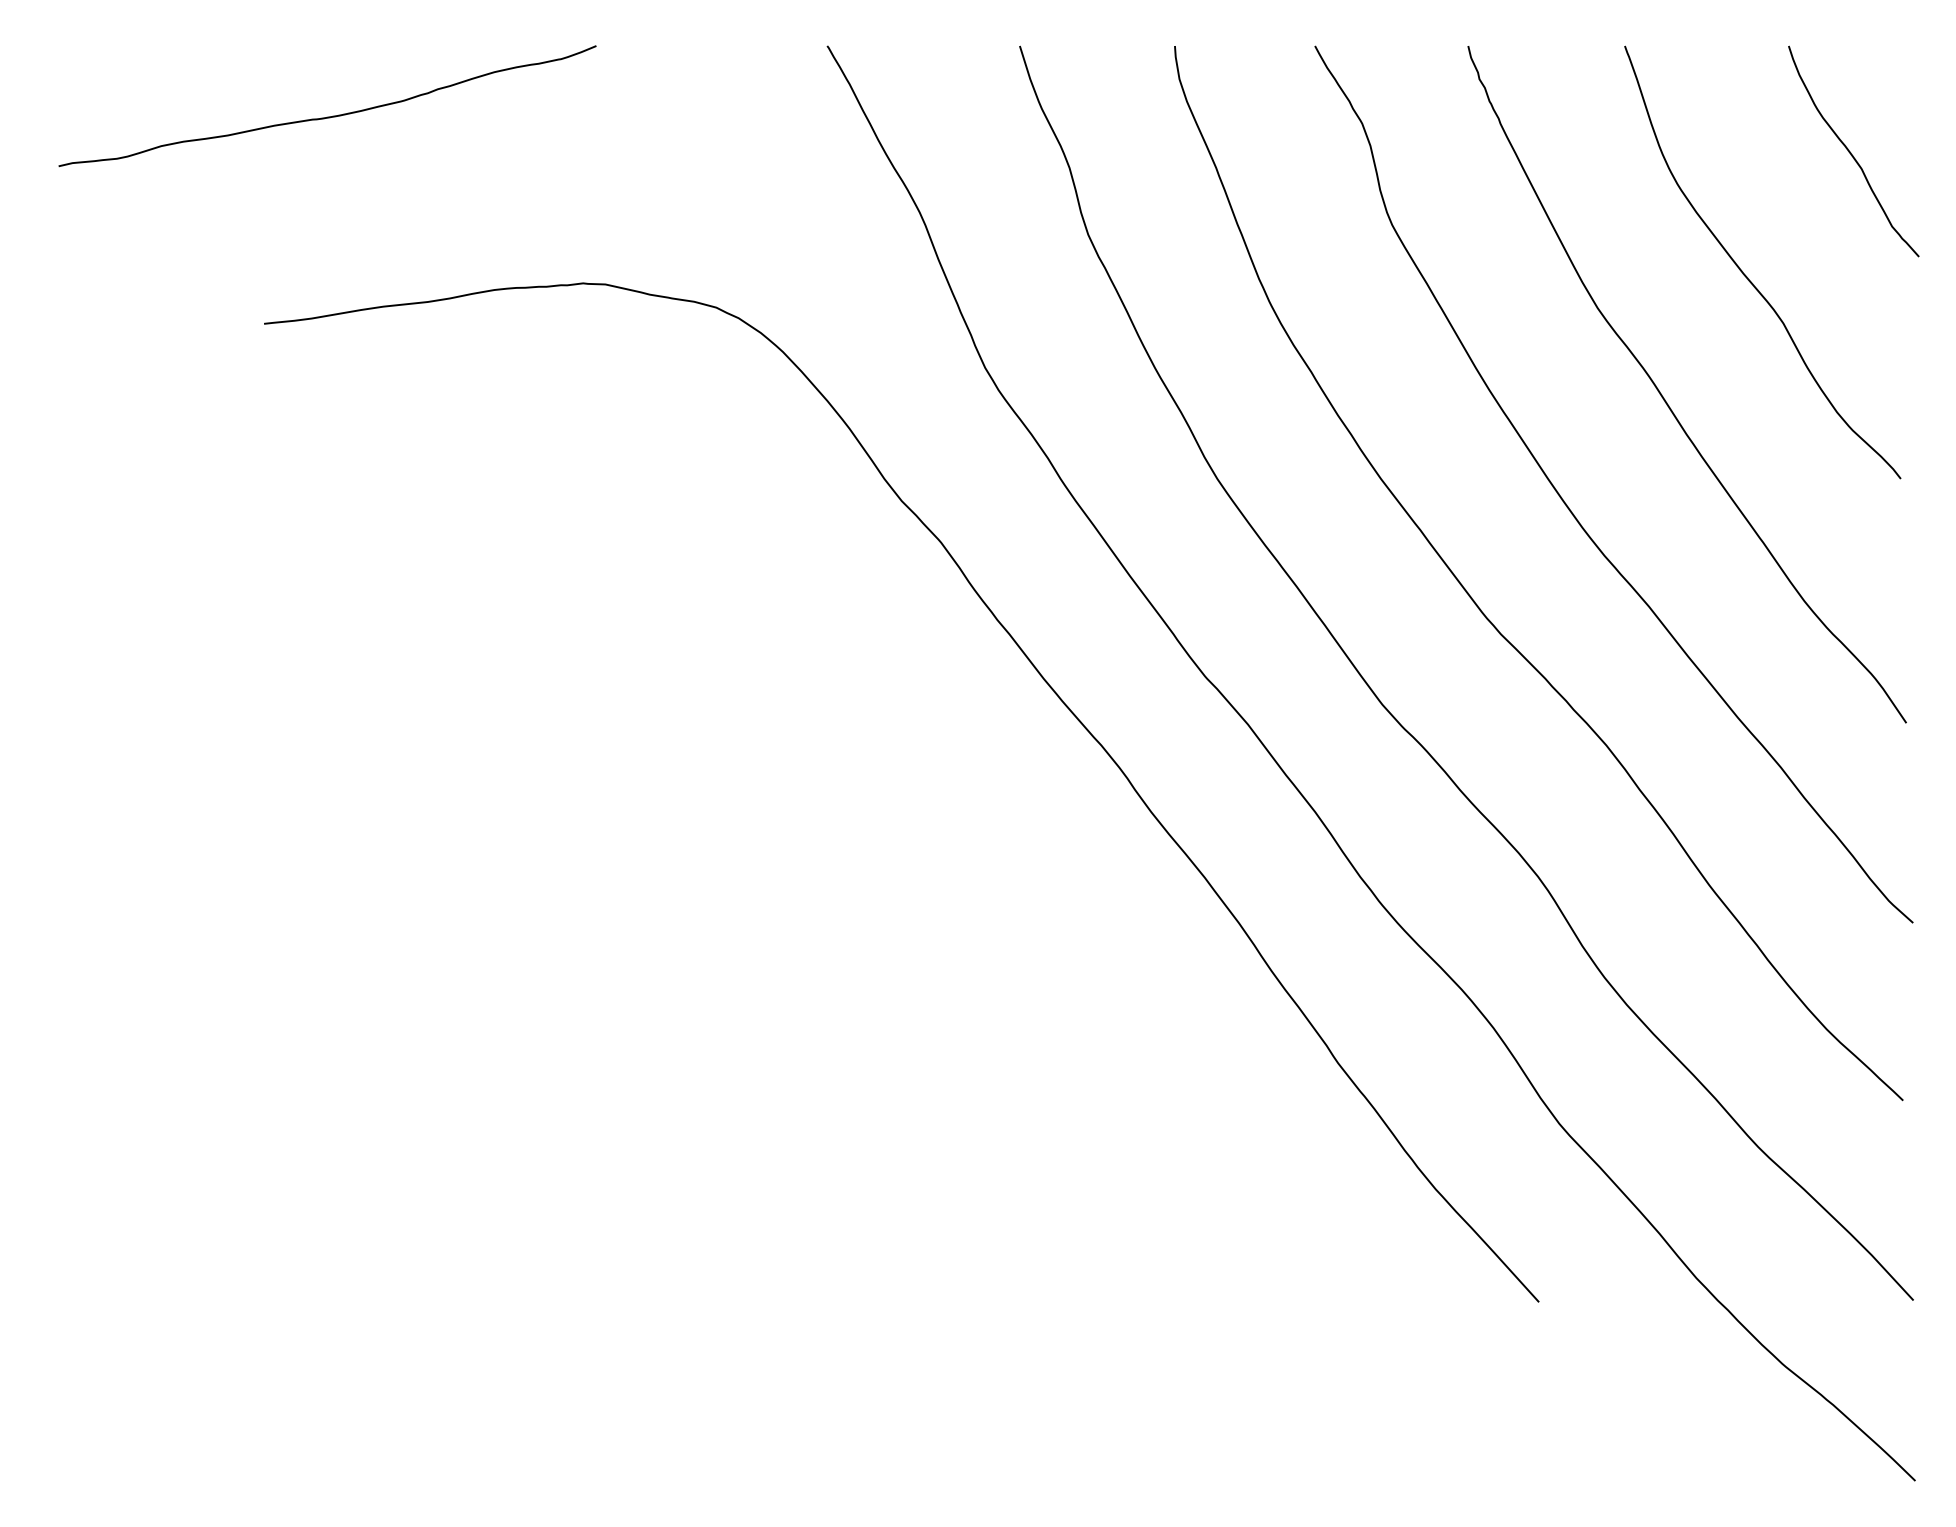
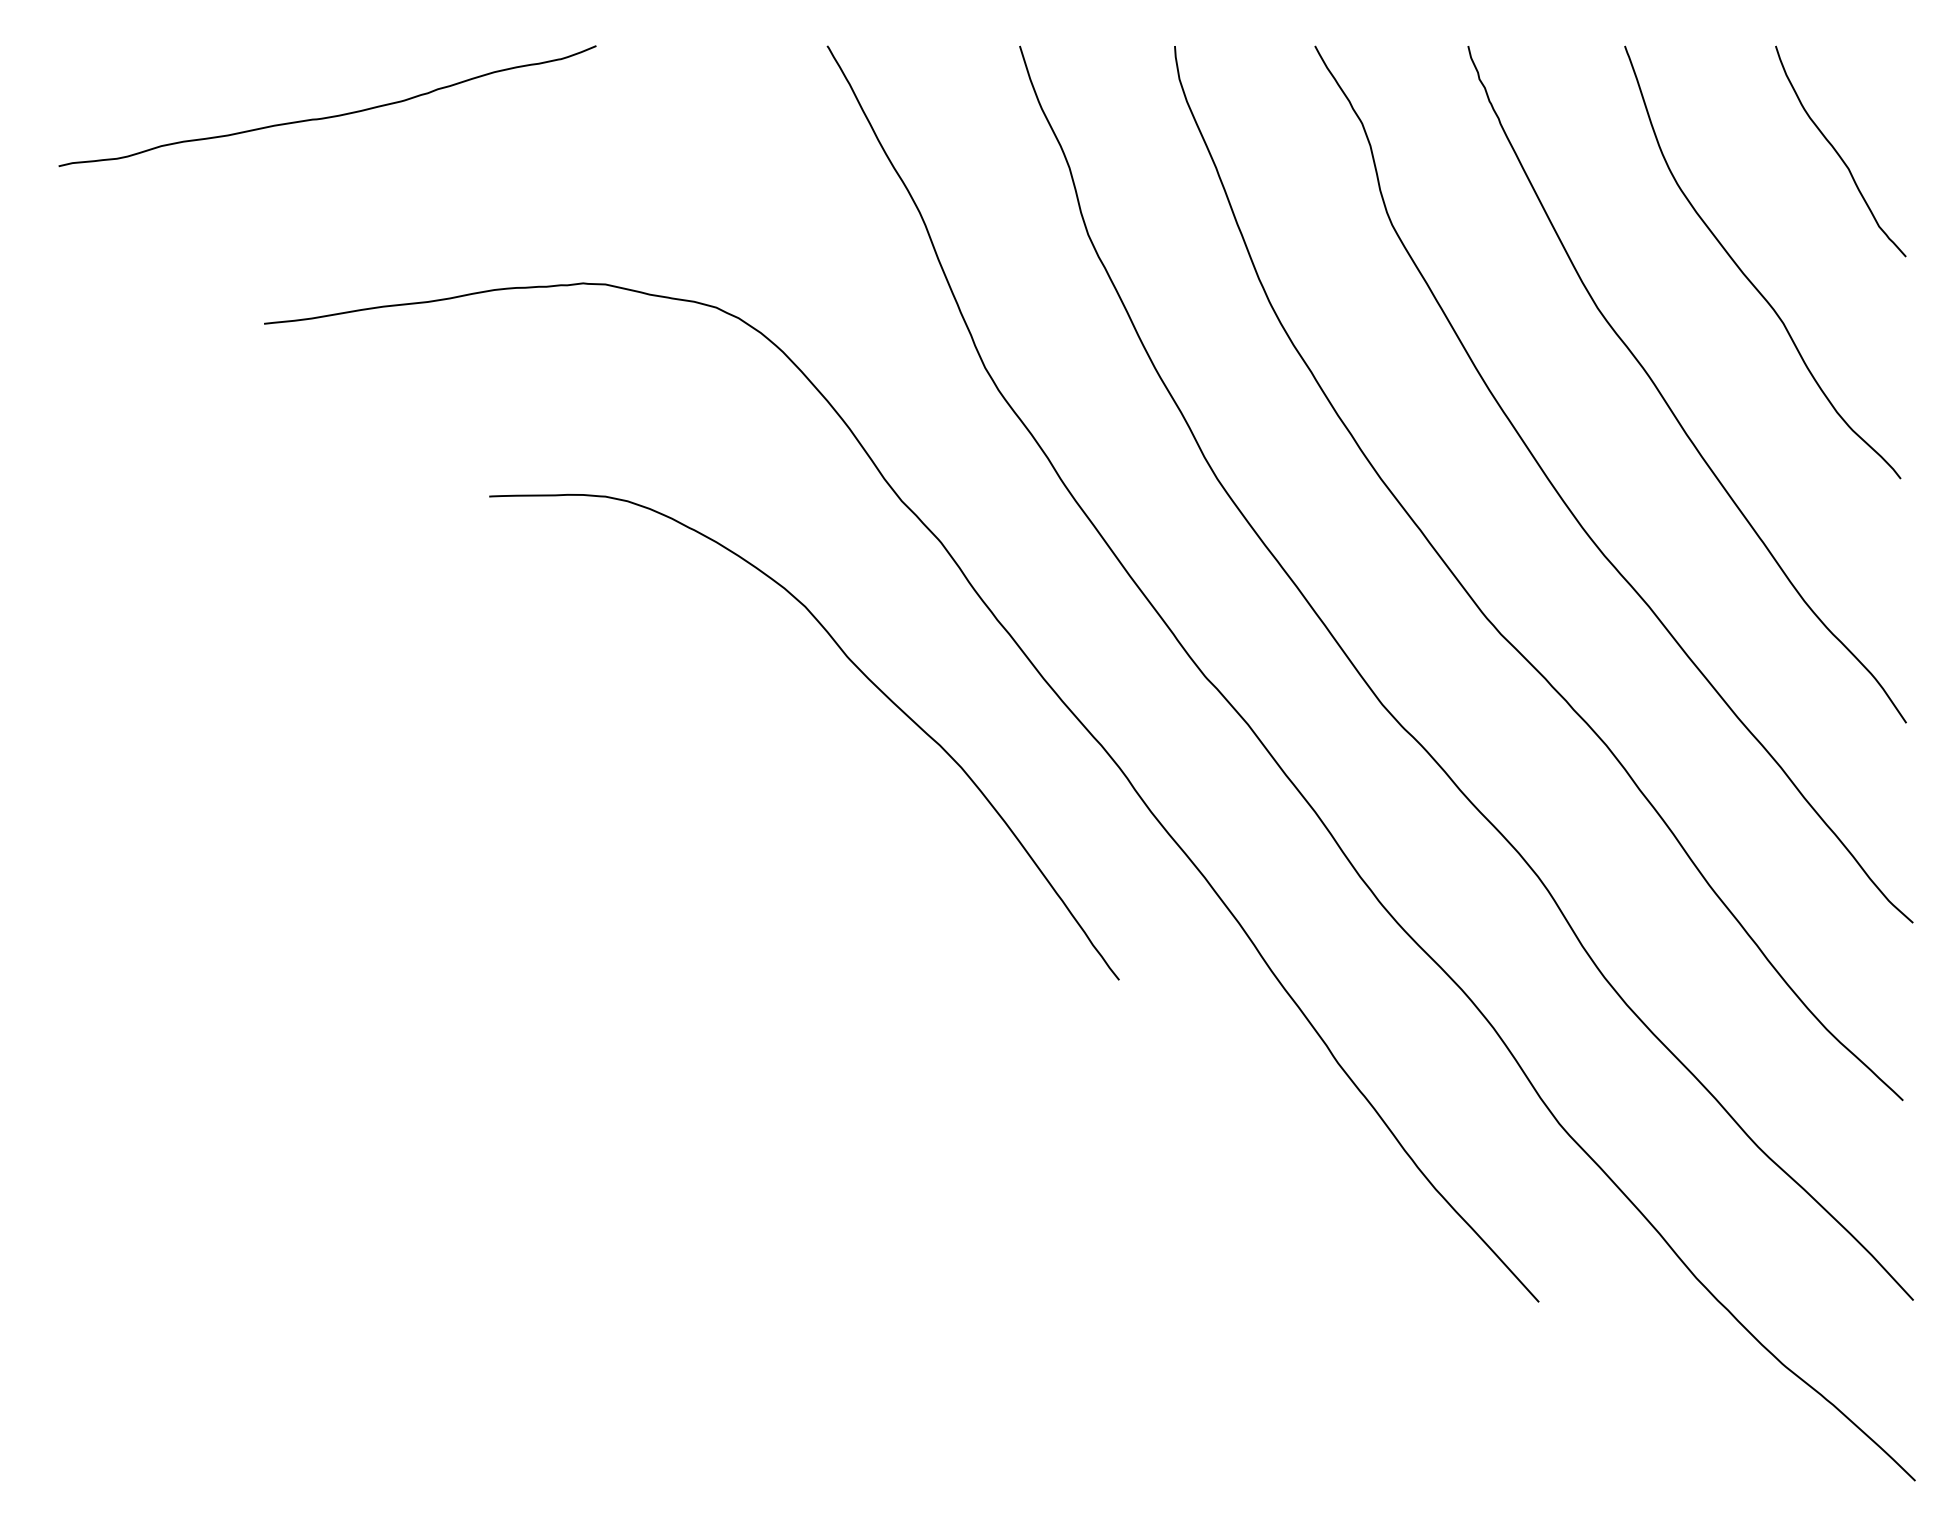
curve at (1851, 152) position: (1851, 152) -> (1838, 152)
curve at (864, 676): none -> present
